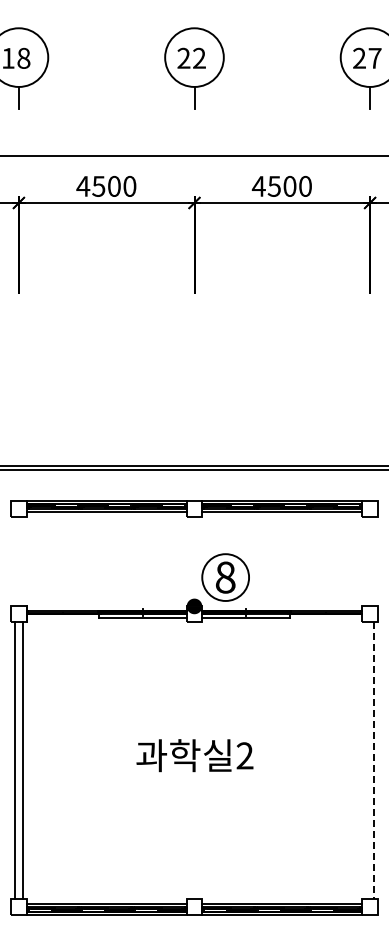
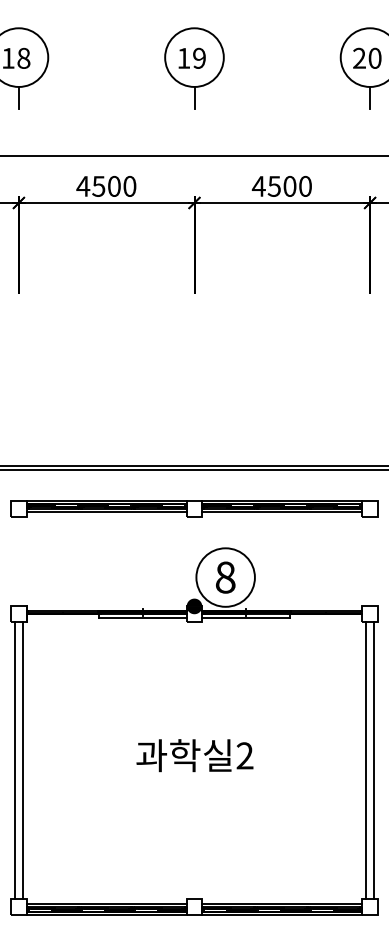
text at (191, 57): 22 -> 19
text at (374, 57): 27 -> 20
circle at (225, 577) diameter: 47 px -> 59 px
line at (366, 760): none -> present
line at (374, 760): dashed -> solid
